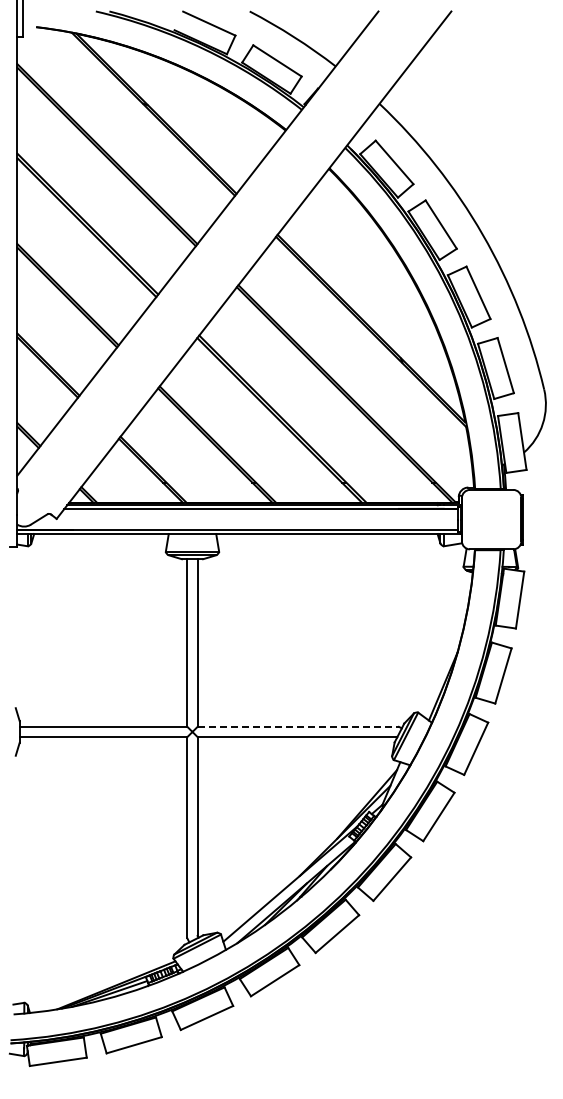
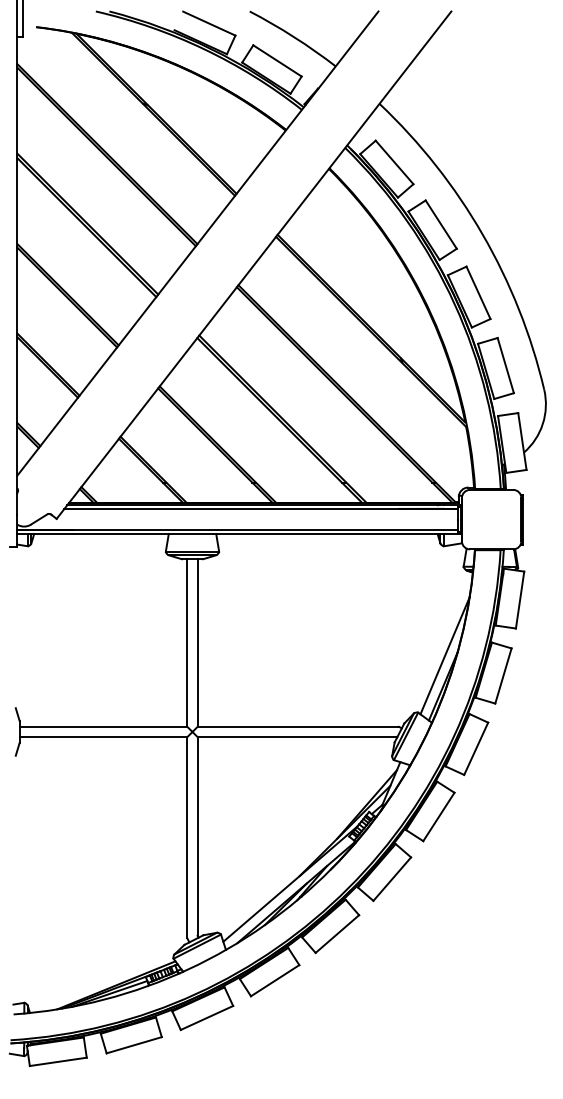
line at (444, 655): none -> present
line at (298, 726): dashed -> solid
